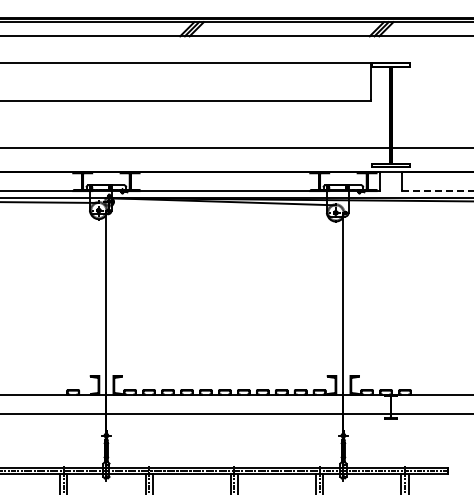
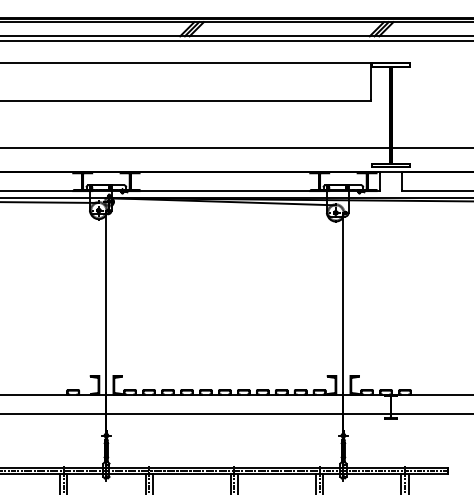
line at (236, 41): none -> present
line at (437, 191): dashed -> solid
